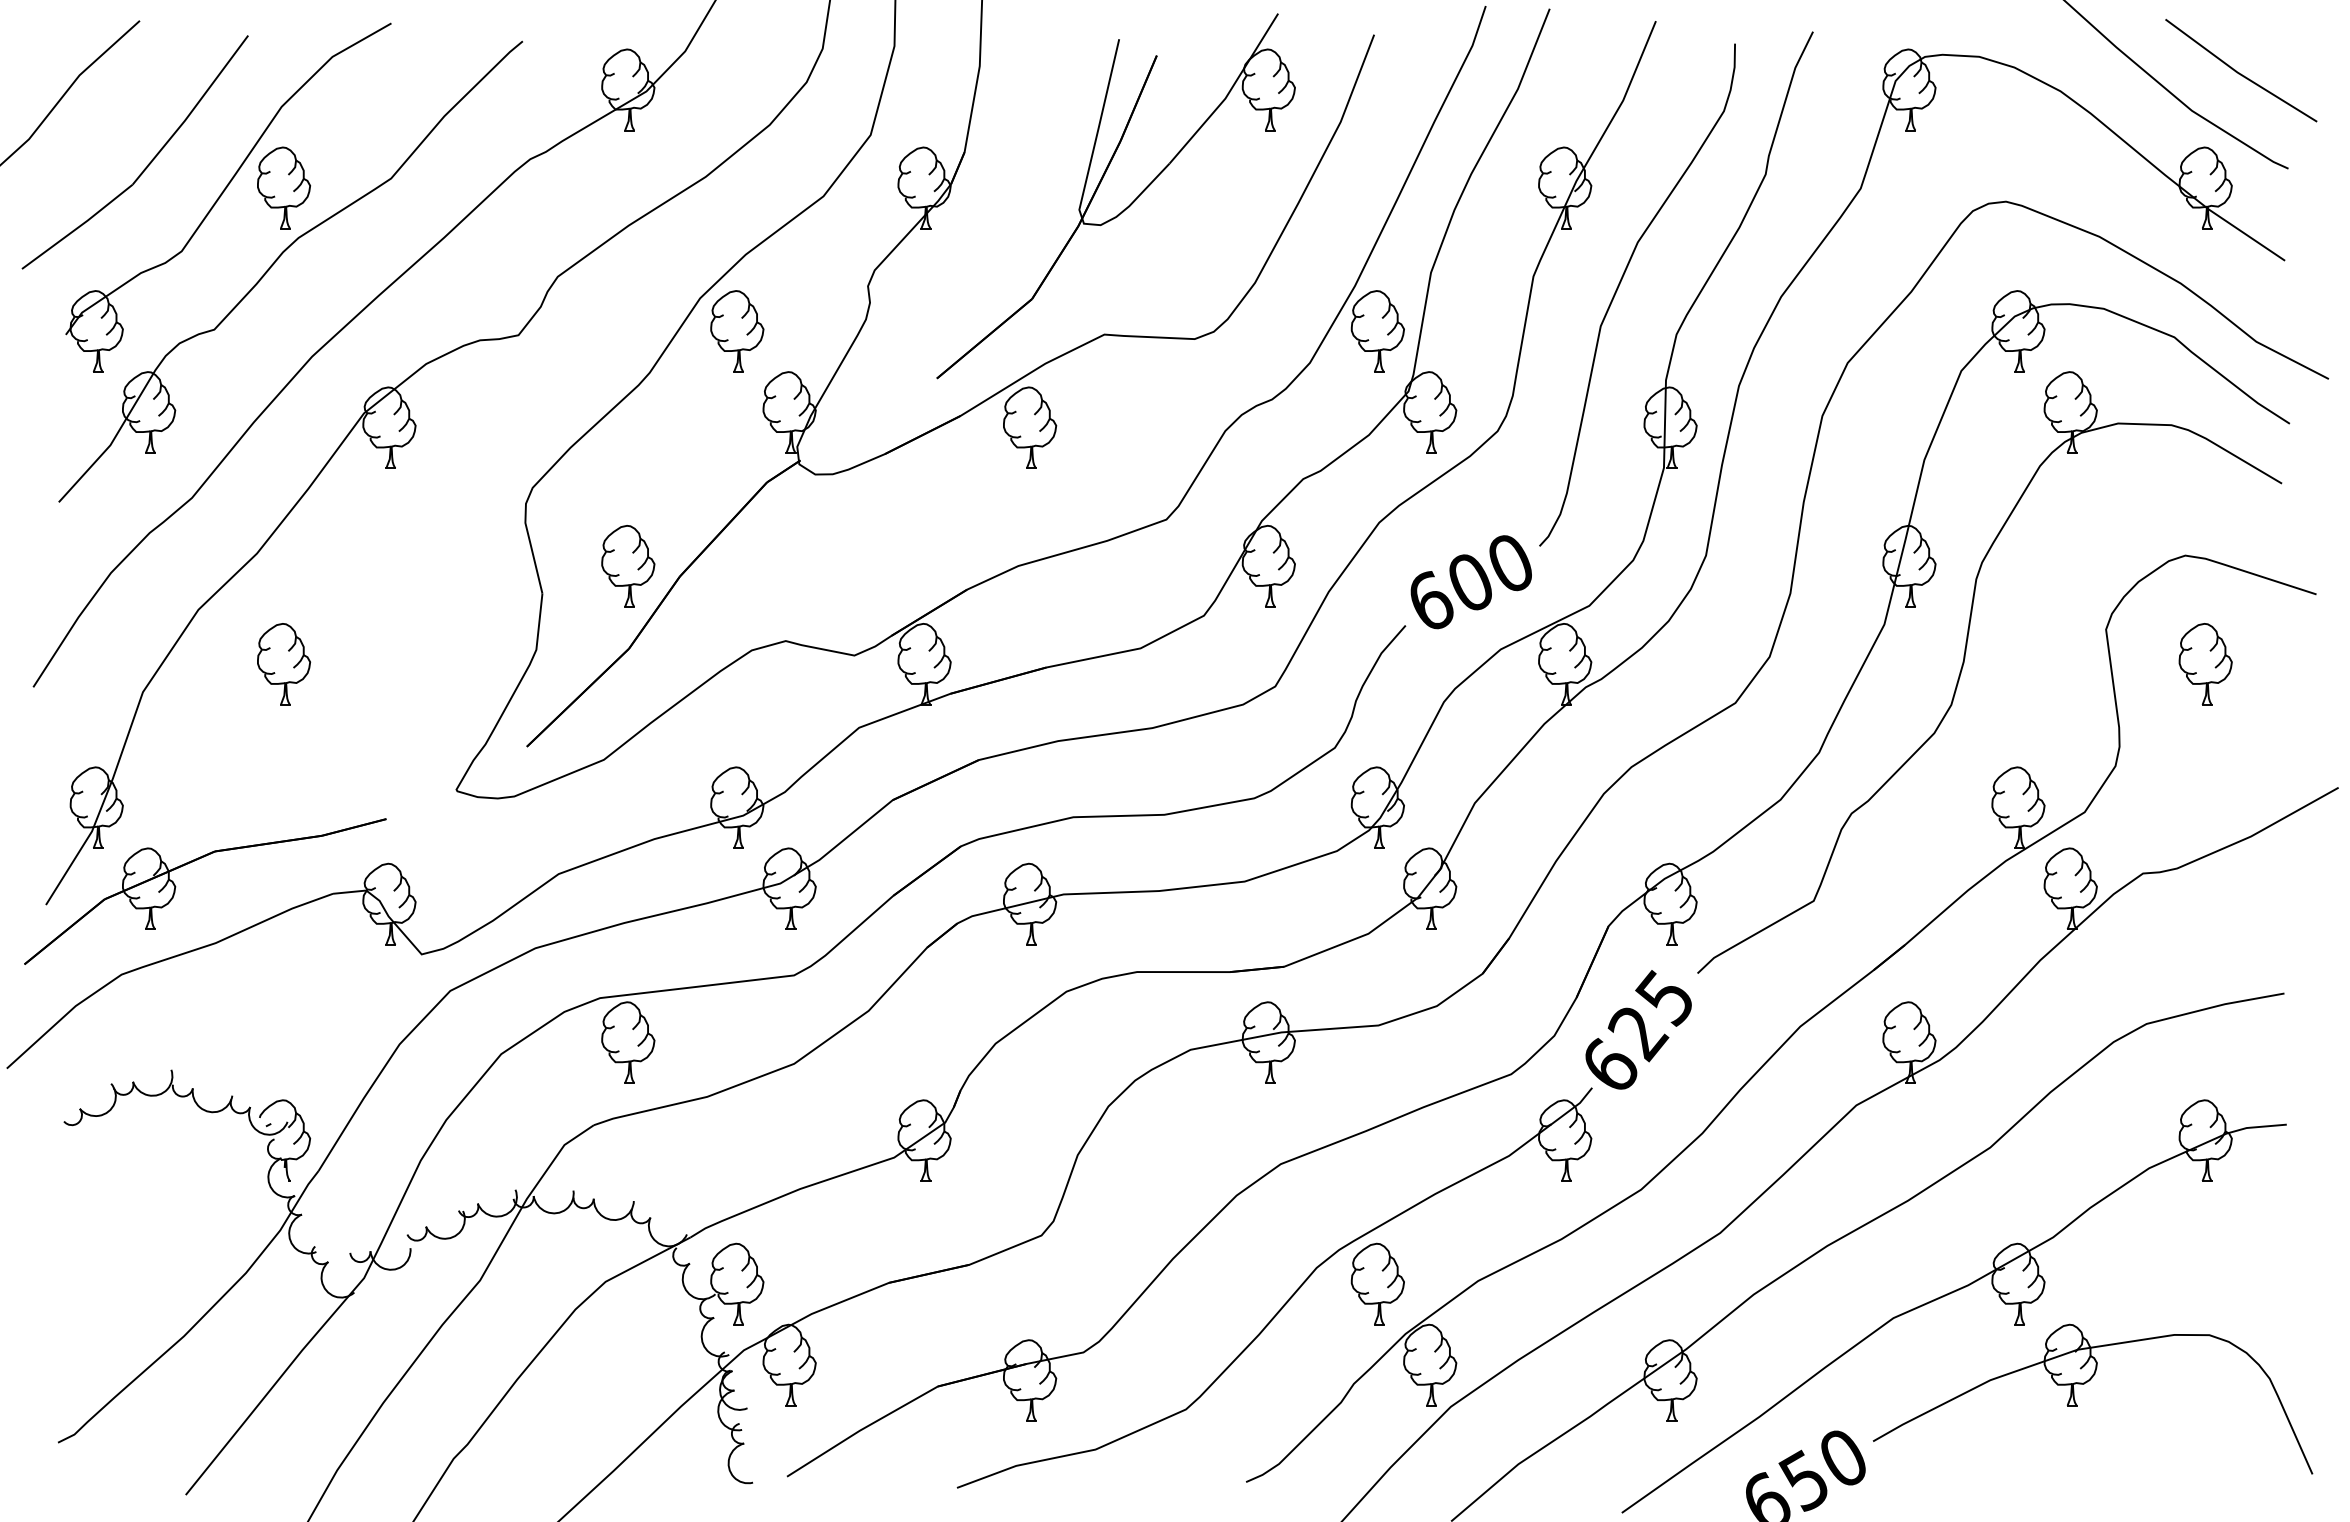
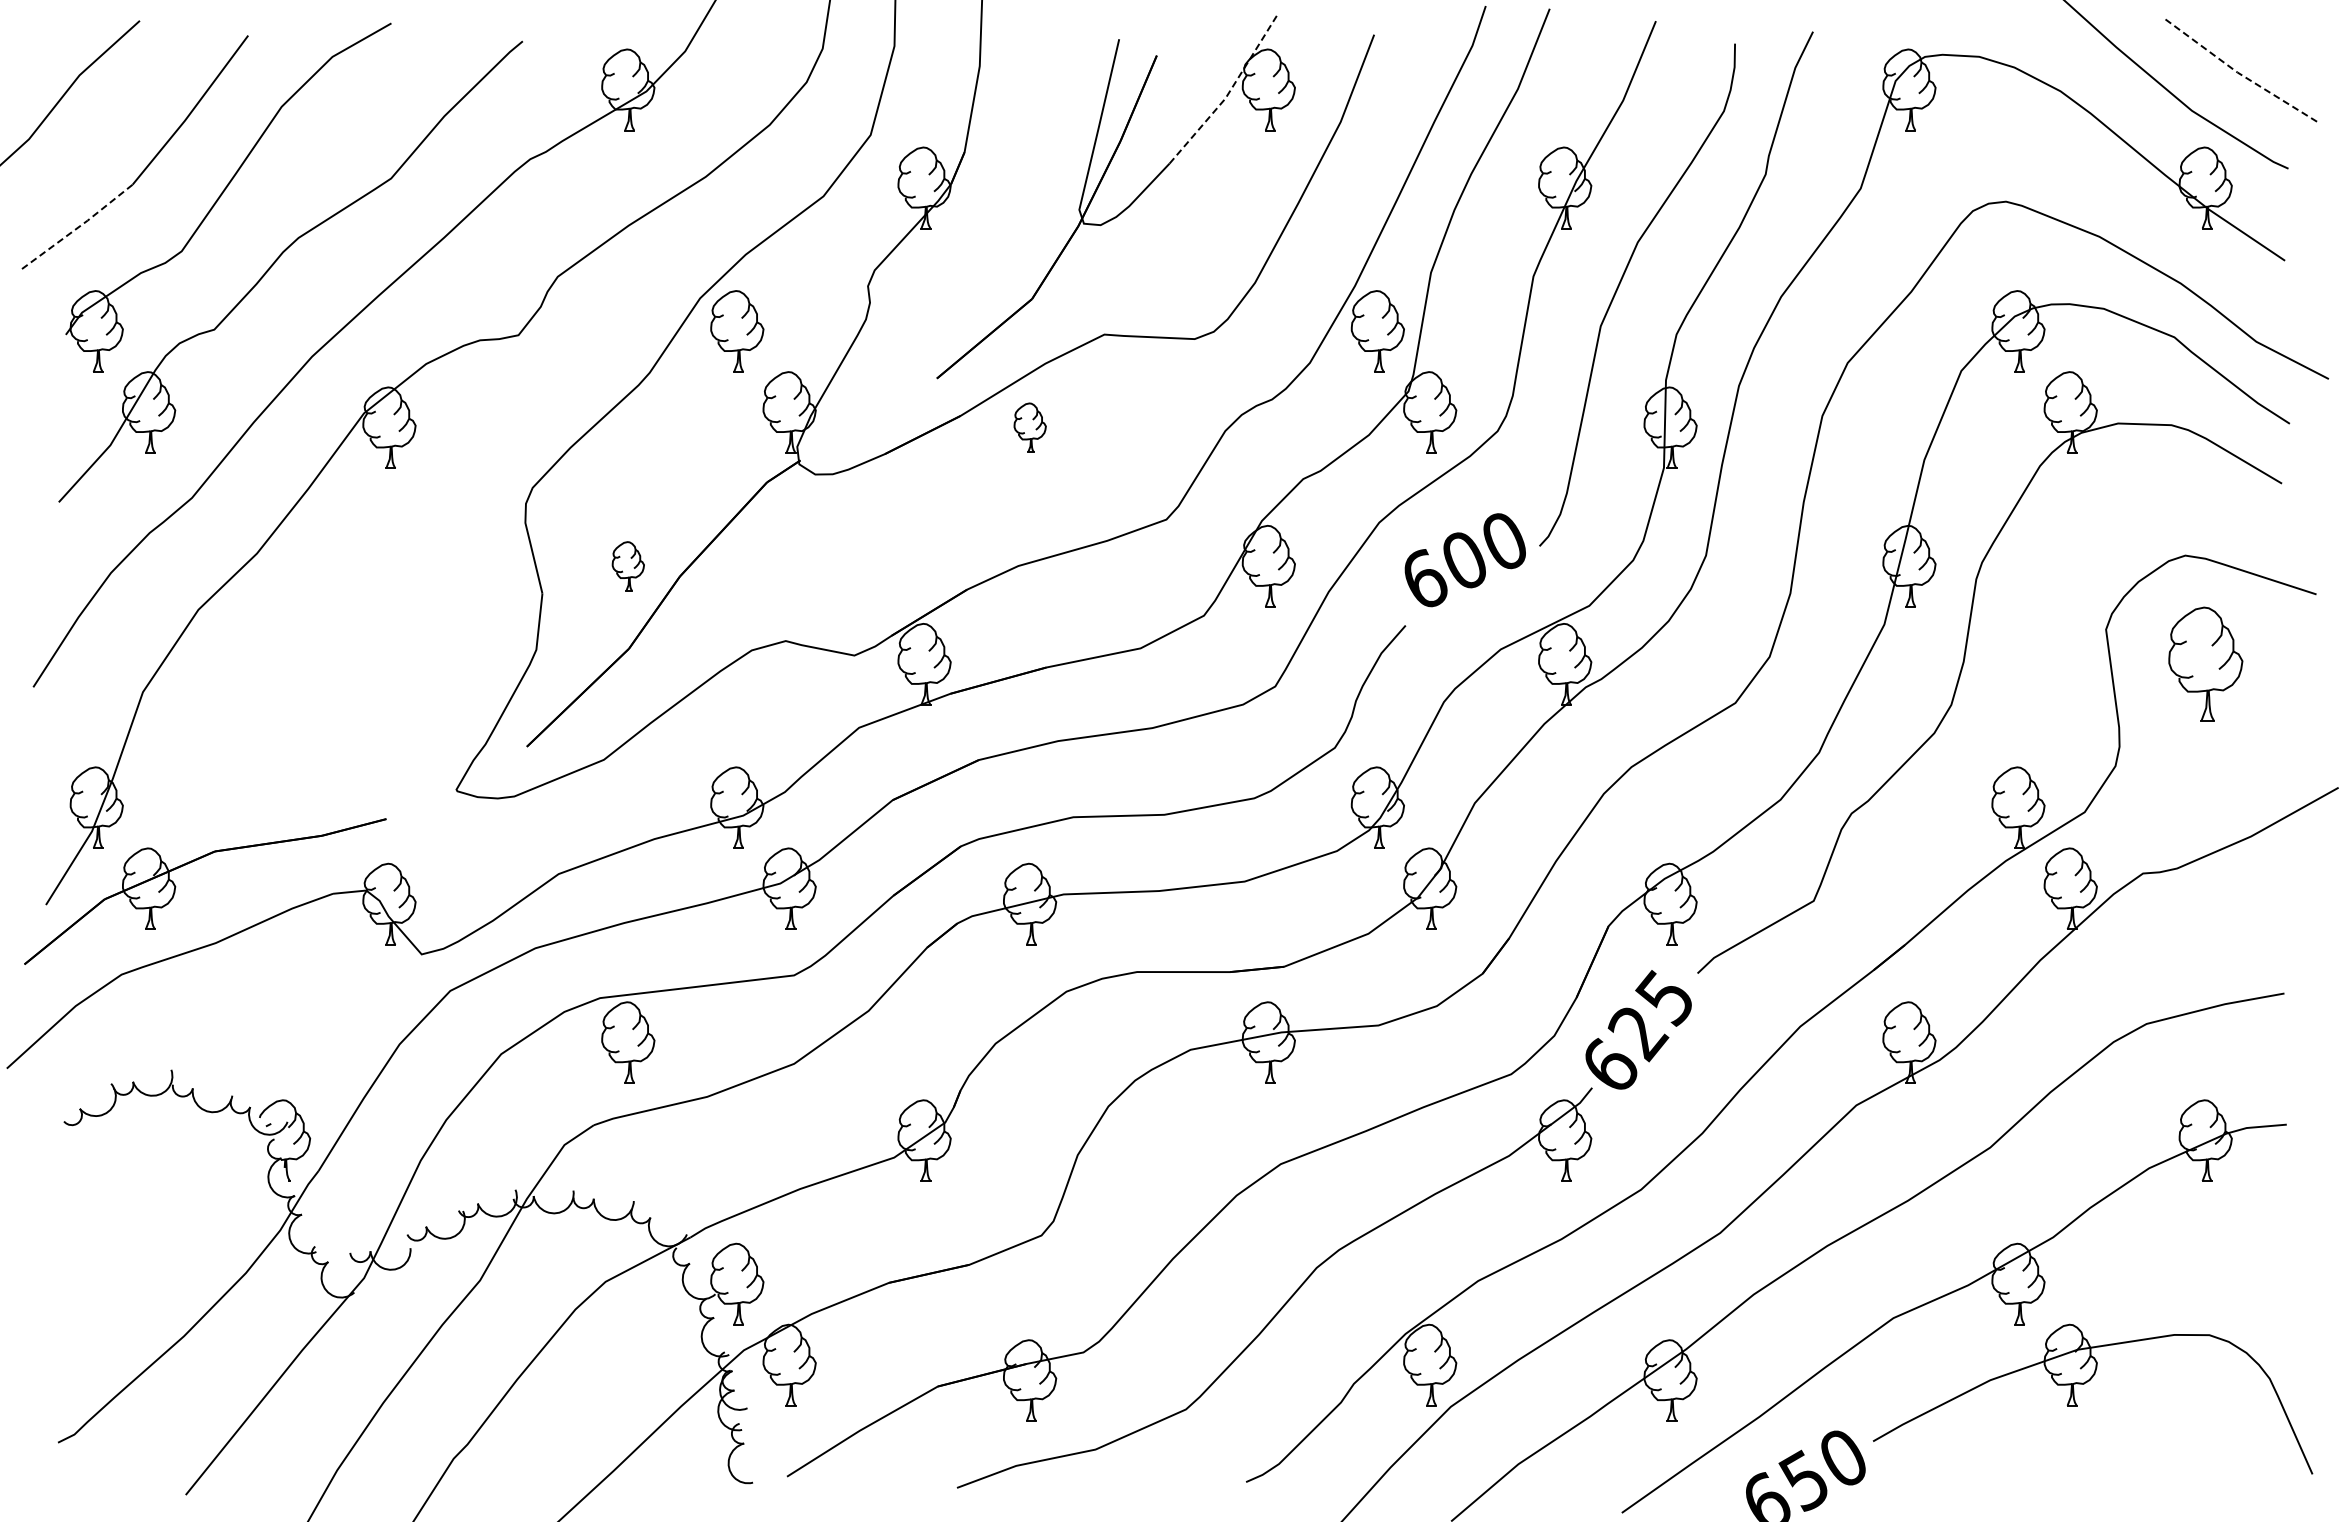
line at (2239, 73): solid -> dashed
line at (1229, 92): solid -> dashed
part at (283, 187): present -> none
line at (78, 227): solid -> dashed
part at (1030, 427) size: 55x83 px -> 34x51 px
part at (628, 566) size: 55x83 px -> 34x51 px
text at (1470, 582) position: (1470, 582) -> (1464, 560)
part at (284, 664): present -> none
part at (2205, 664) size: 55x83 px -> 76x116 px
part at (1377, 1283): present -> none
